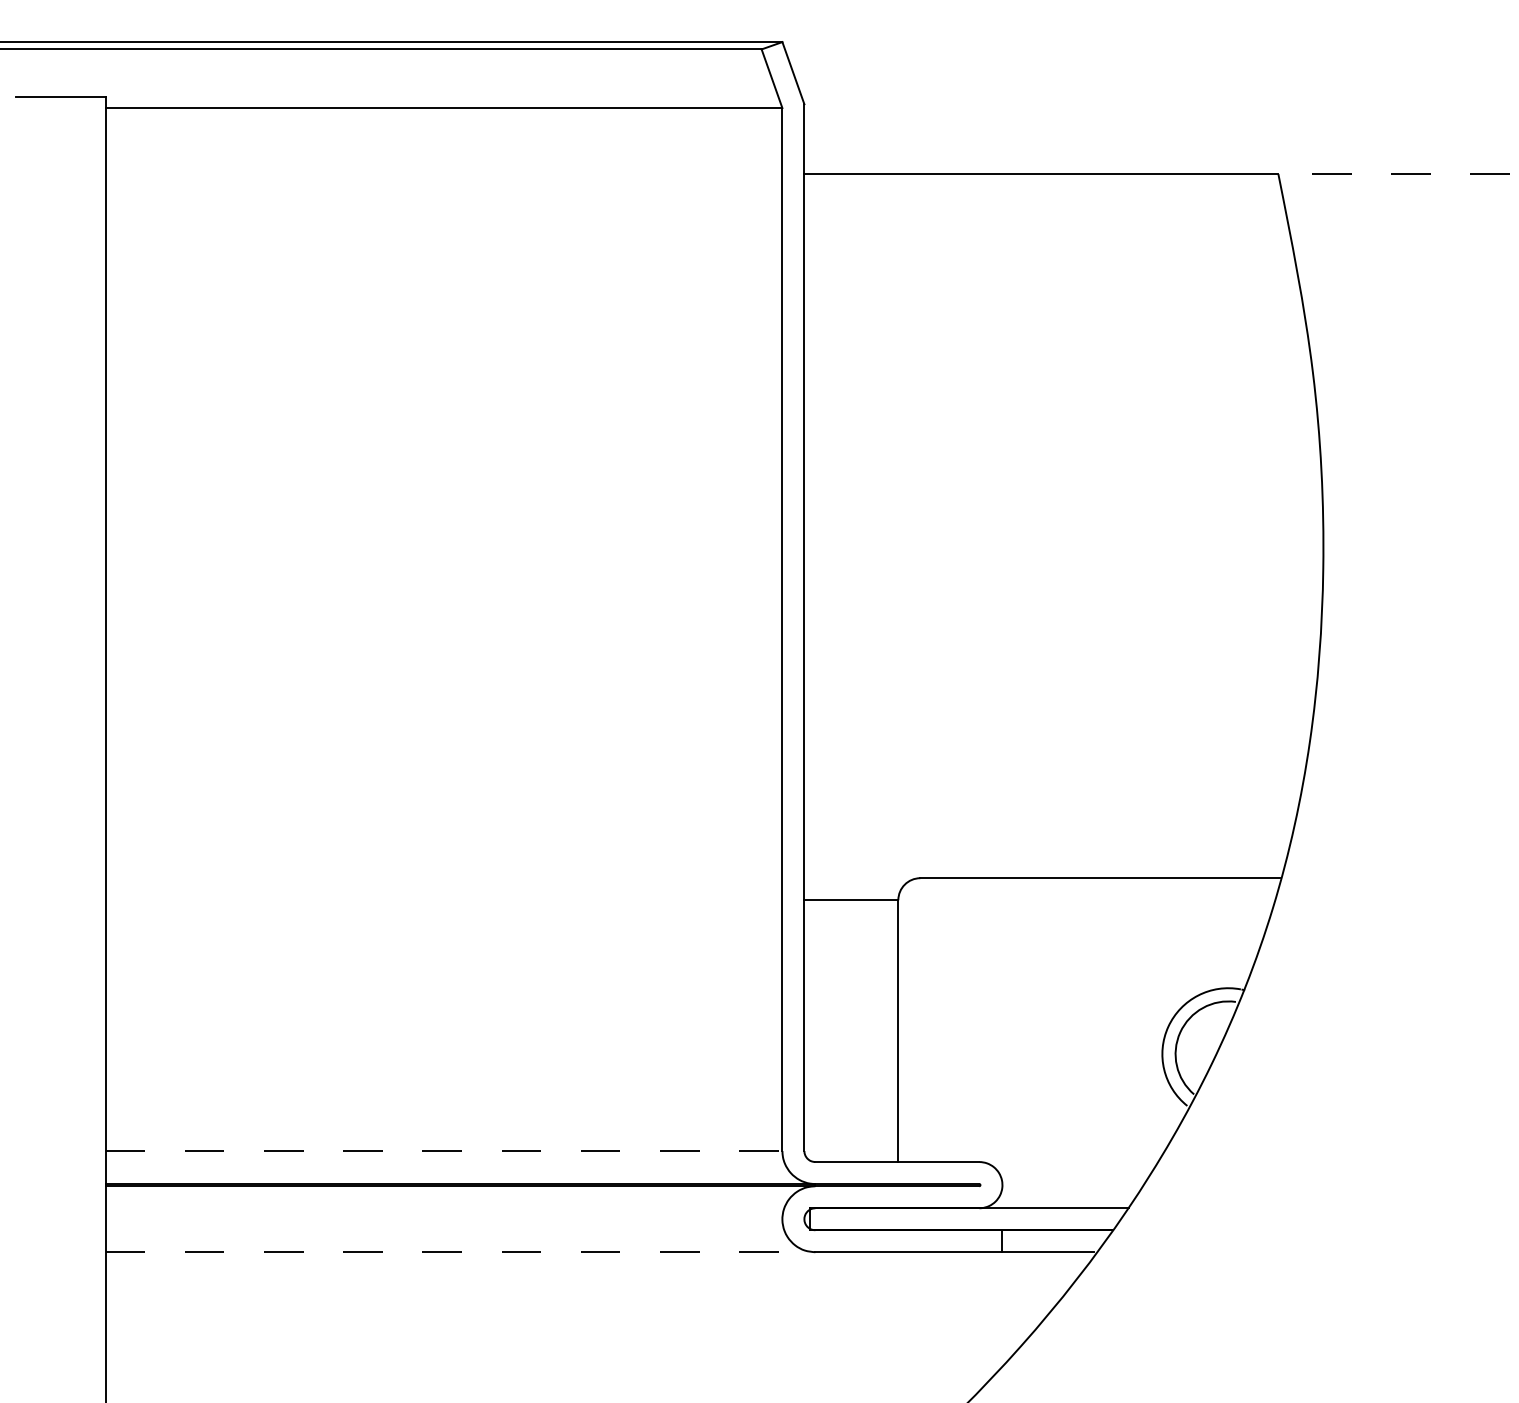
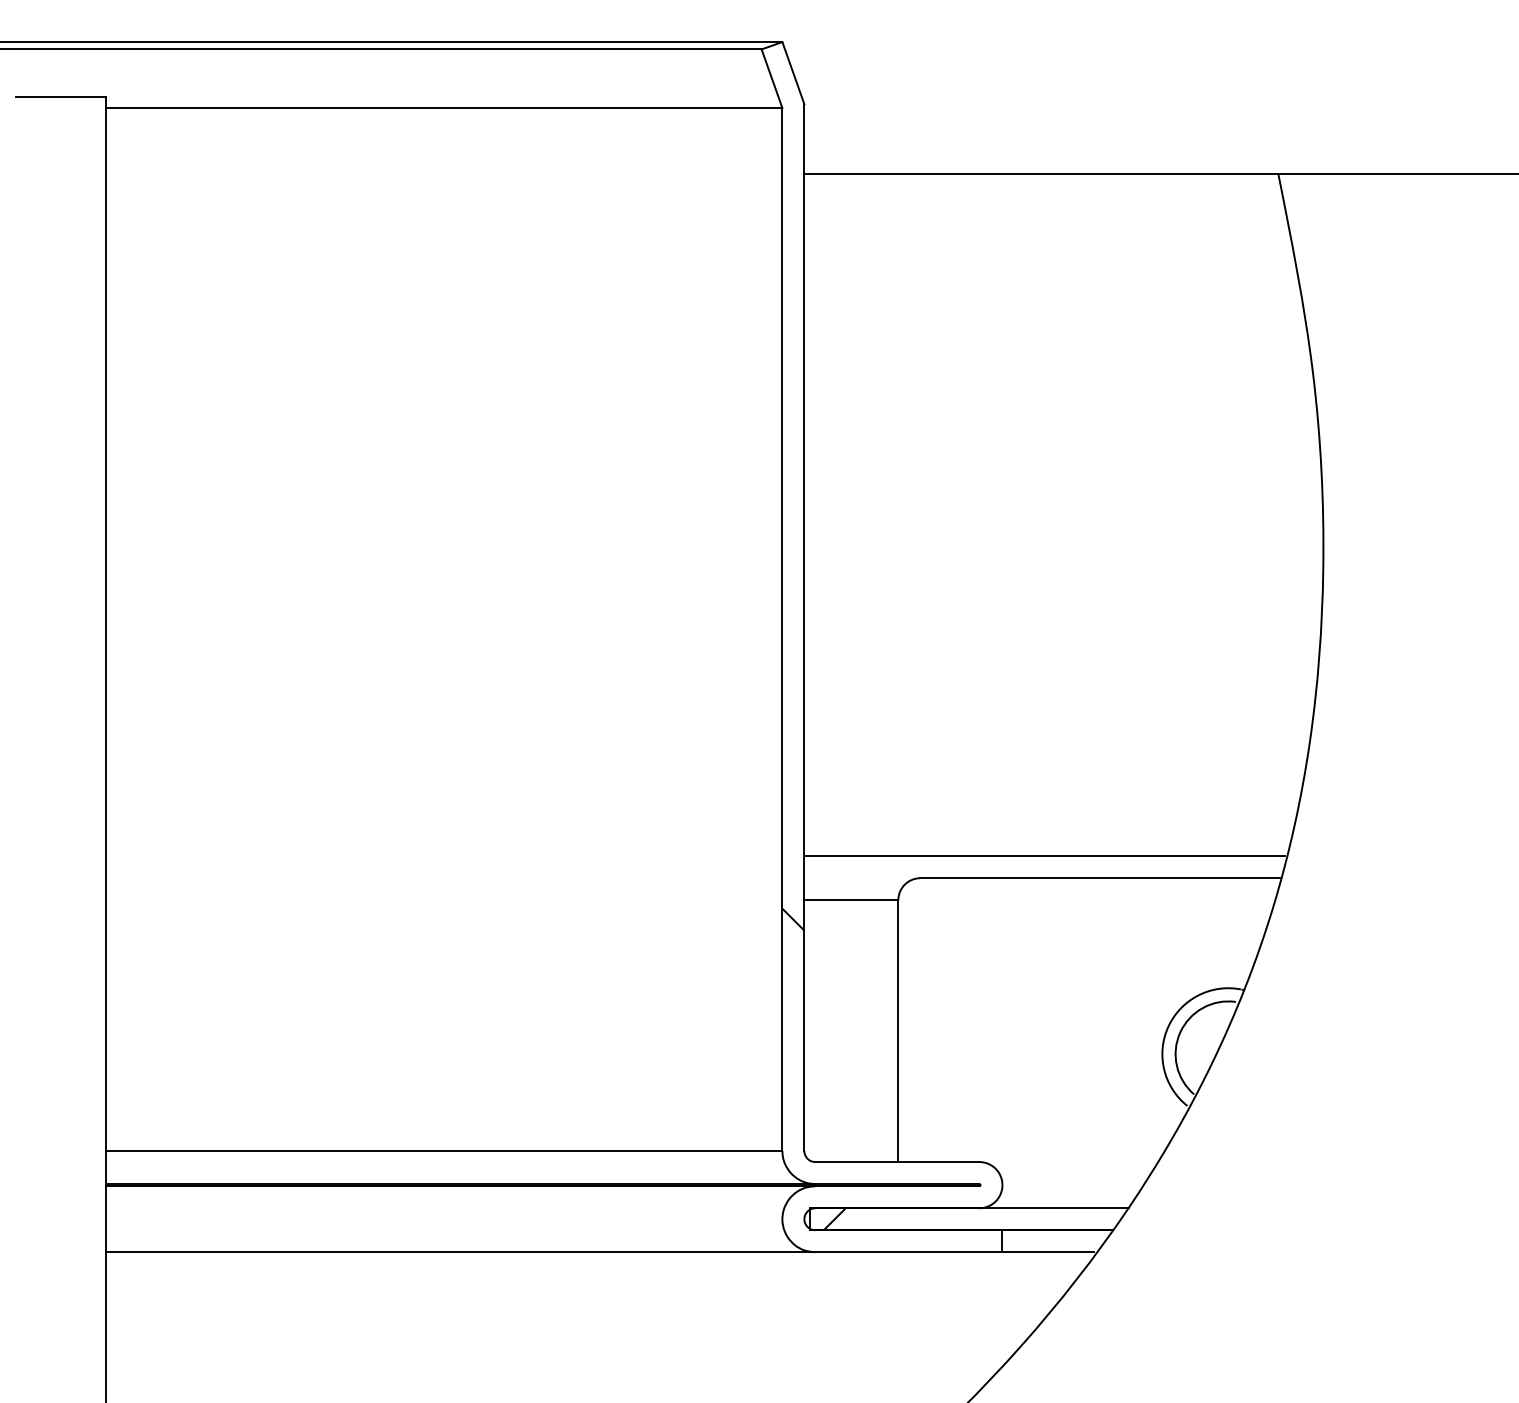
line at (1398, 174): dashed -> solid
line at (1044, 856): none -> present
hatch at (793, 919): none -> present
line at (444, 1151): dashed -> solid
hatch at (834, 1219): none -> present
line at (460, 1252): dashed -> solid
